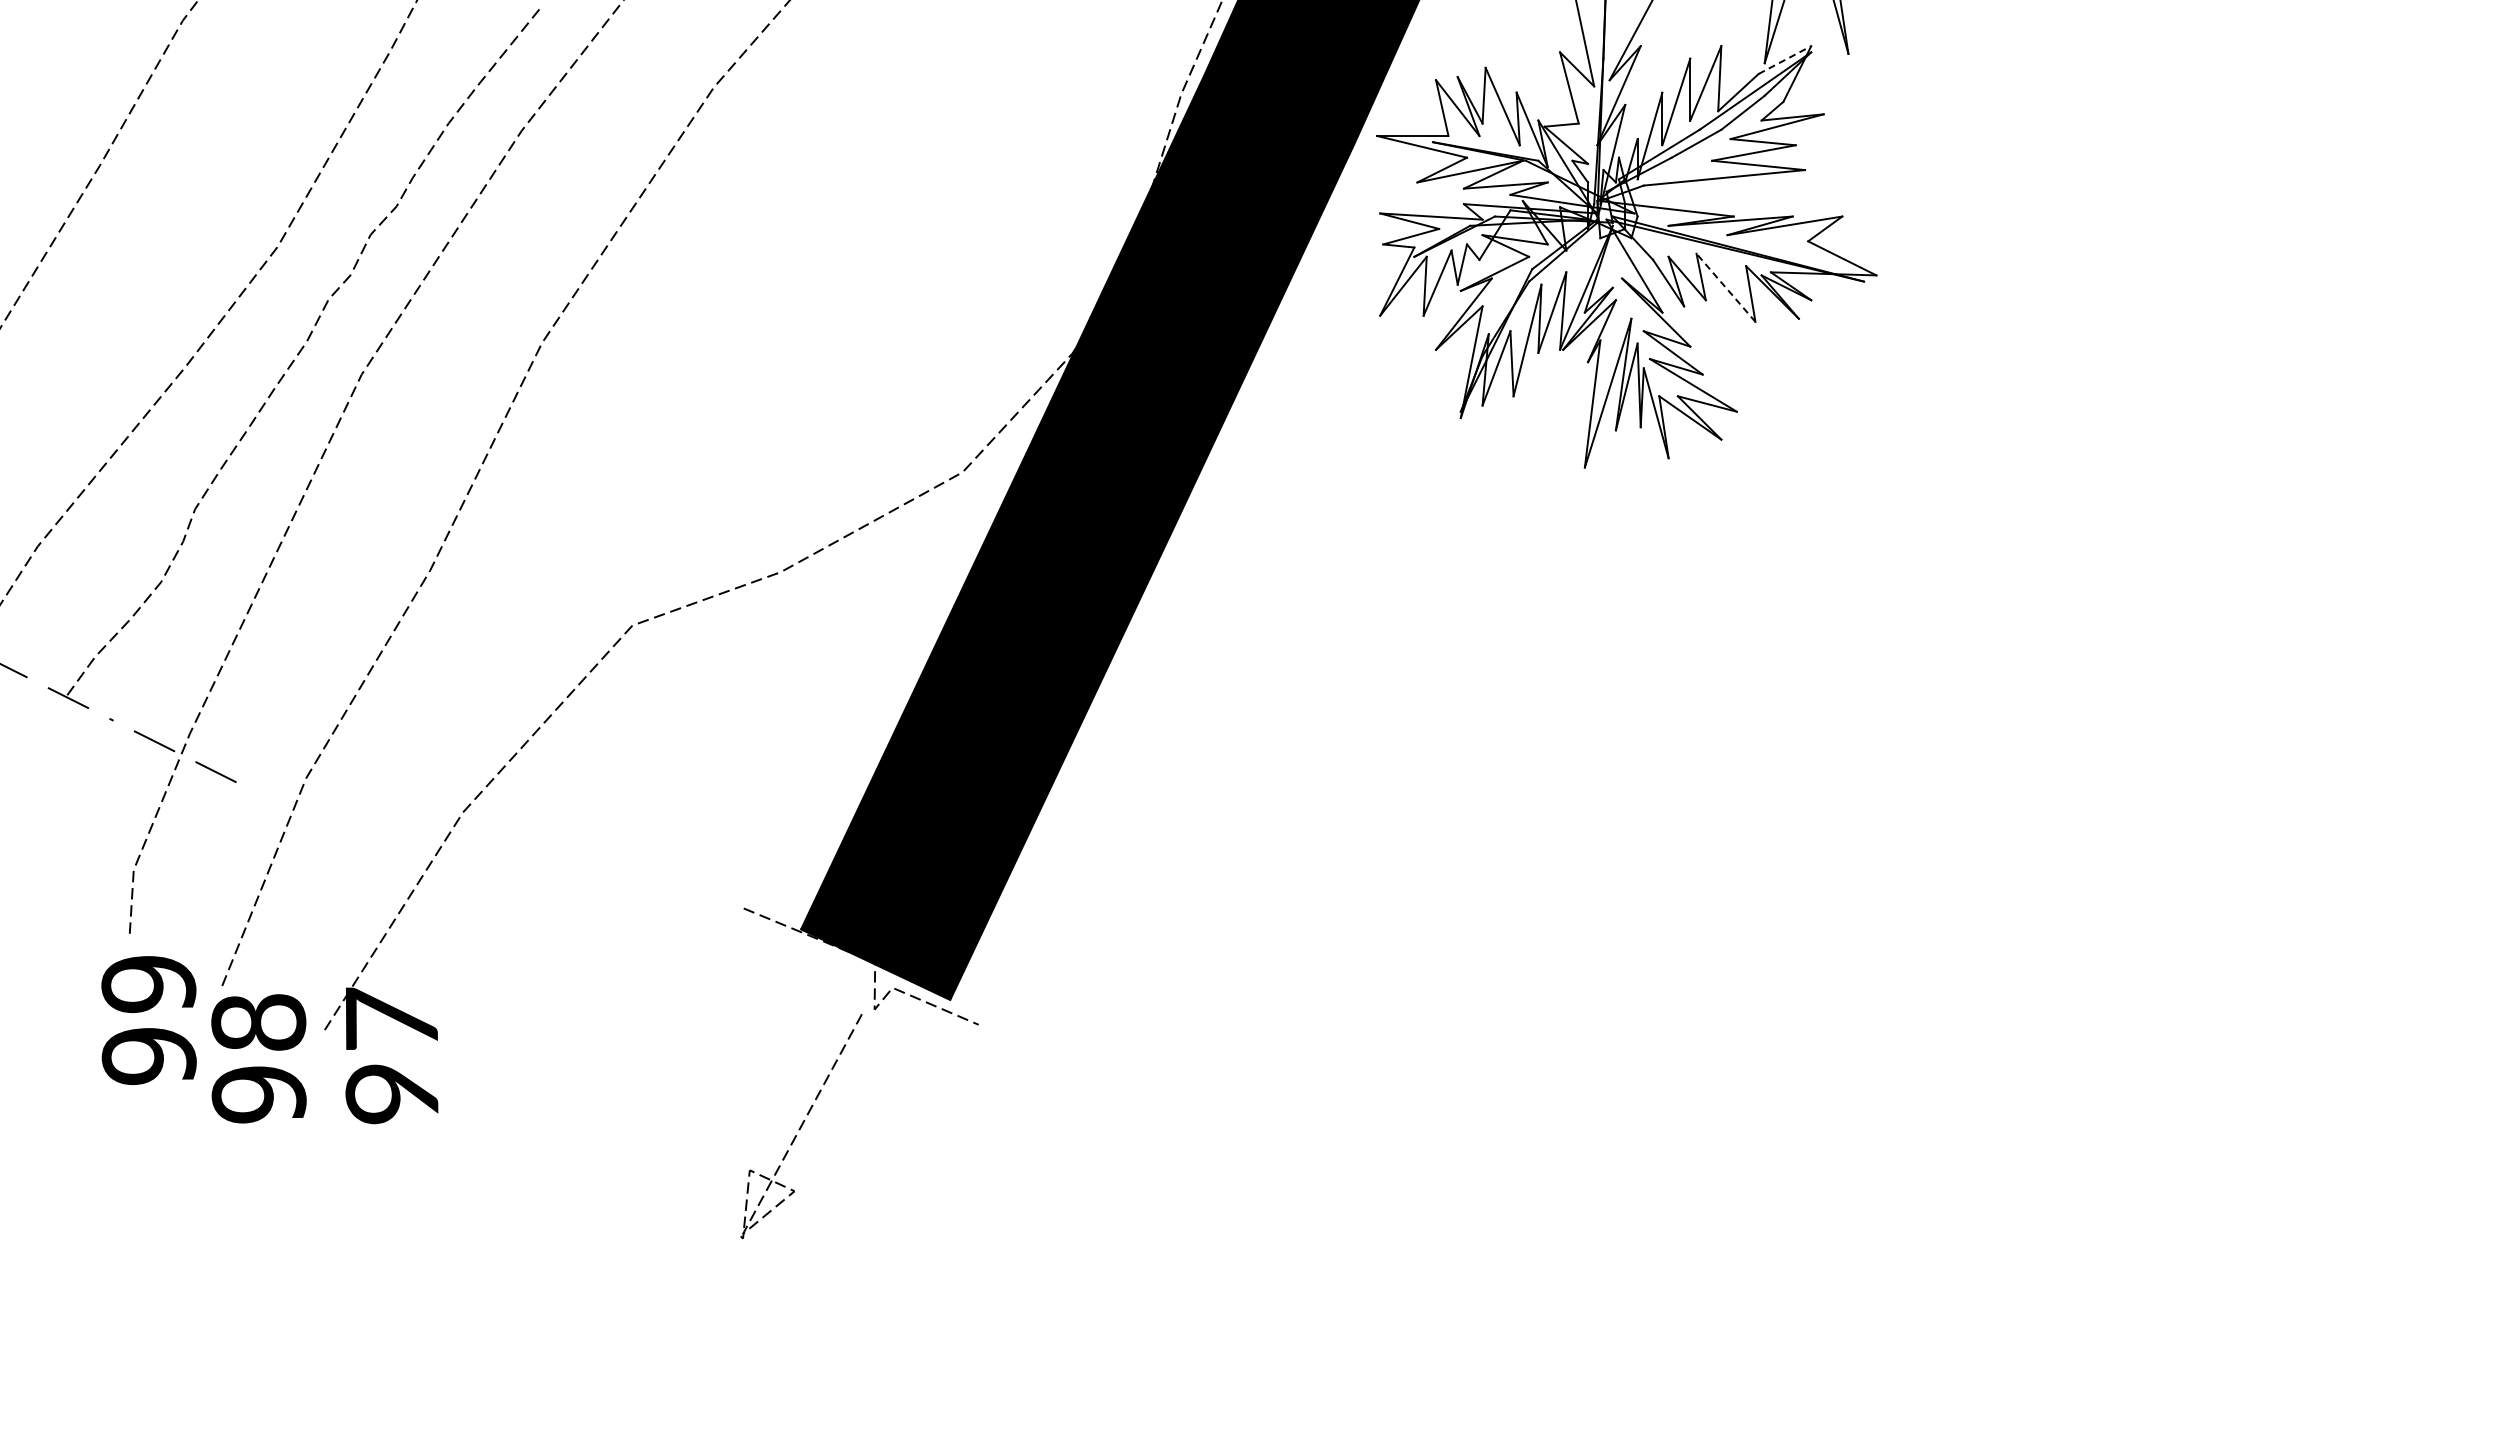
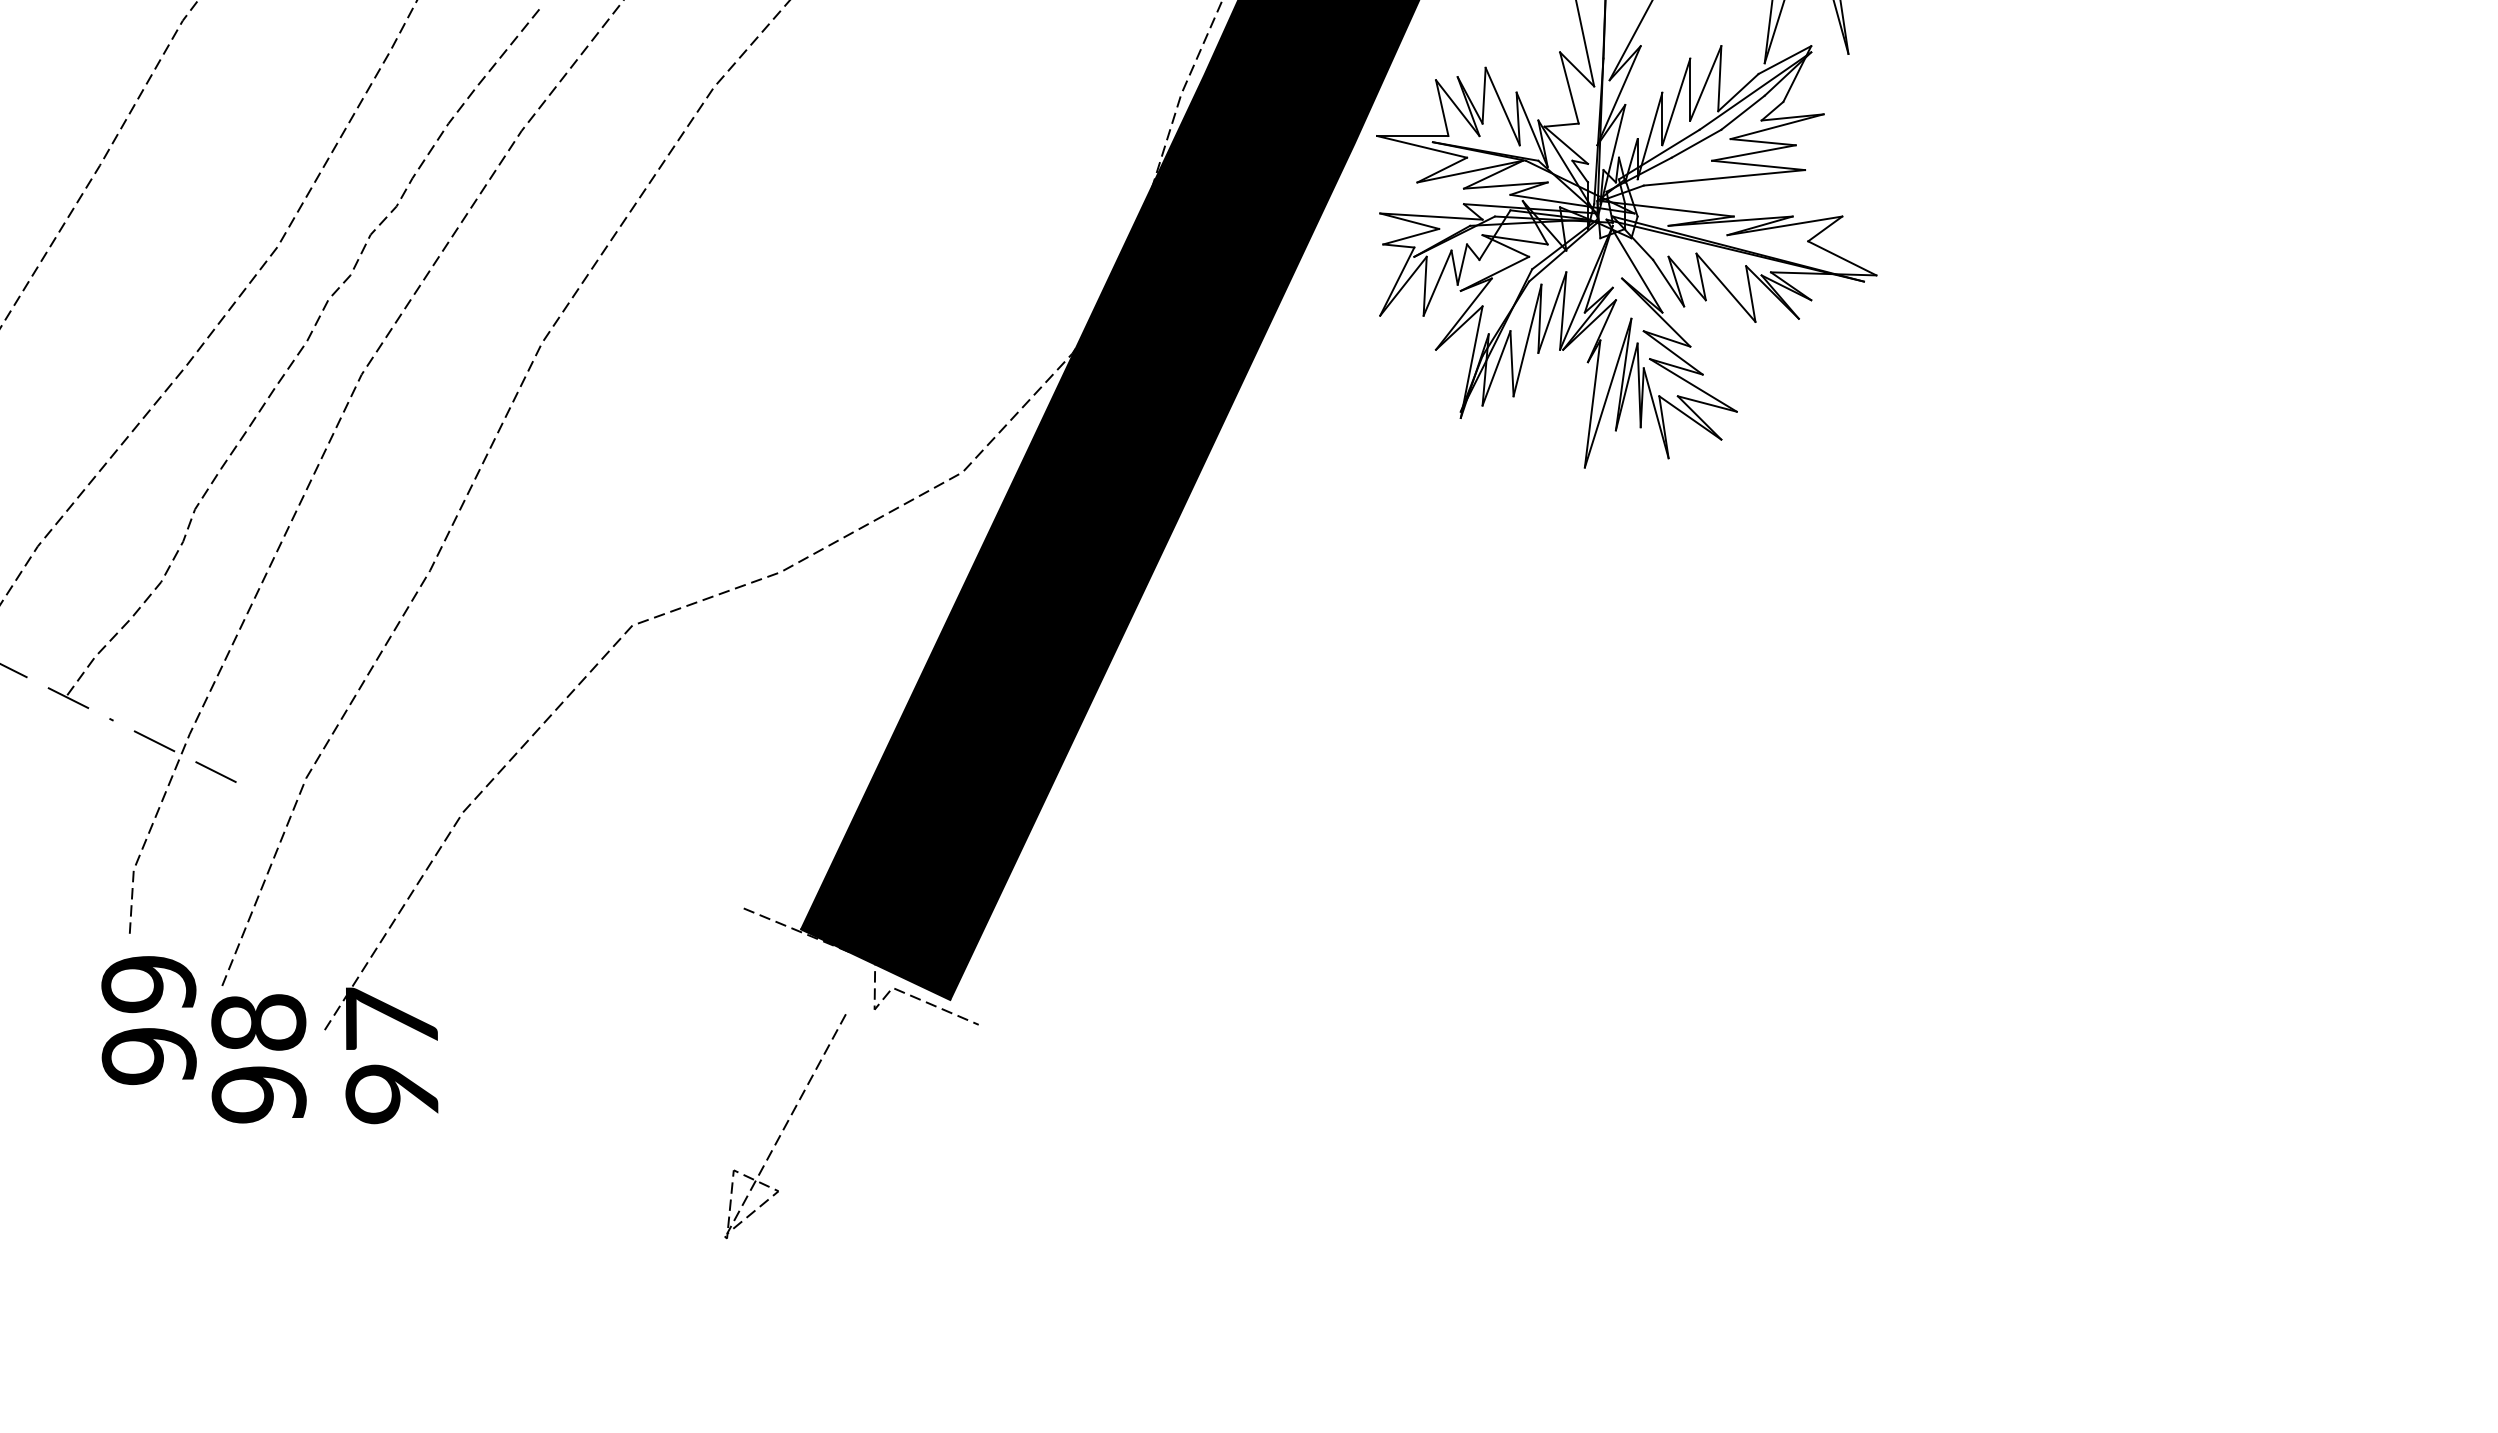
line at (1784, 60): dashed -> solid
line at (1725, 287): dashed -> solid
curve at (801, 1126) position: (801, 1126) -> (785, 1126)
